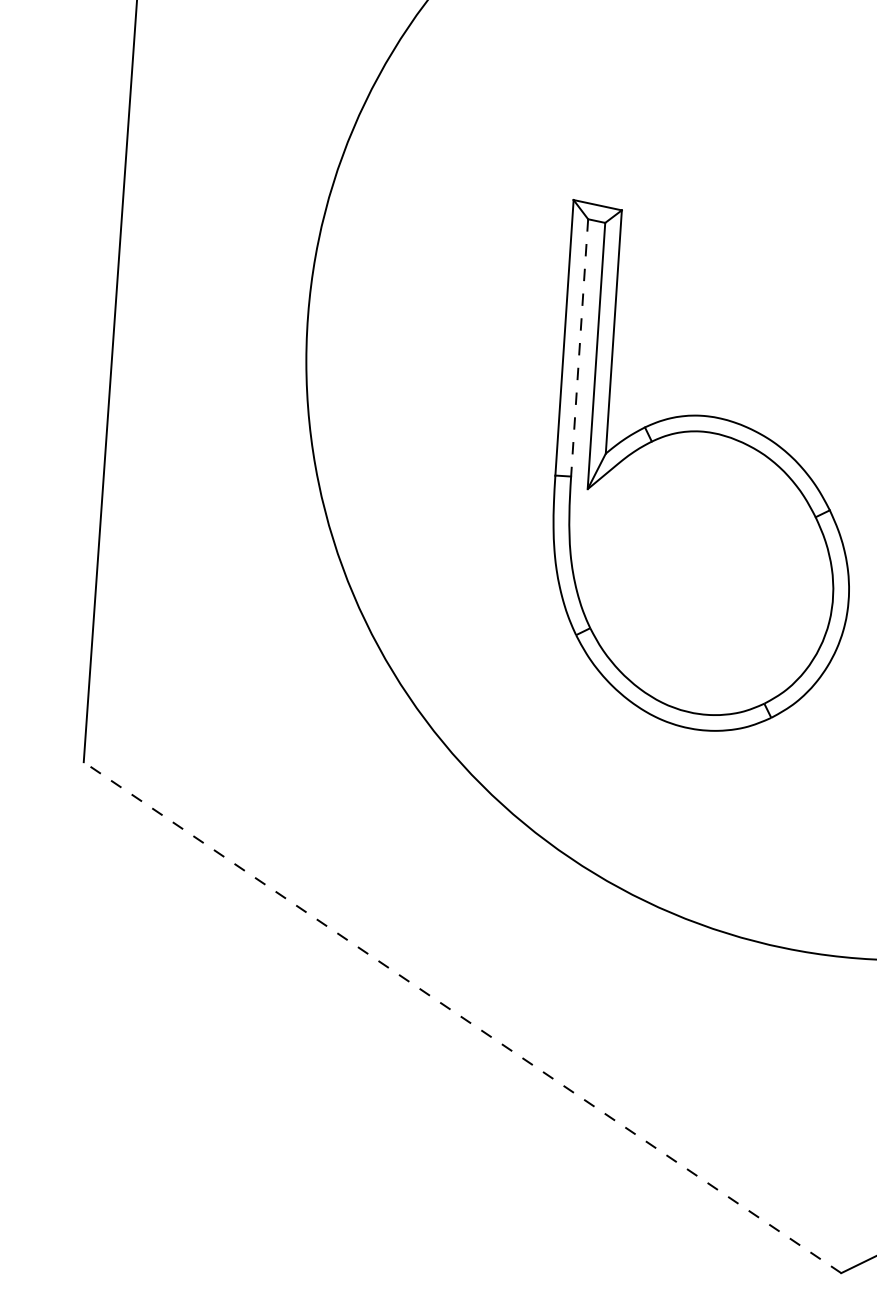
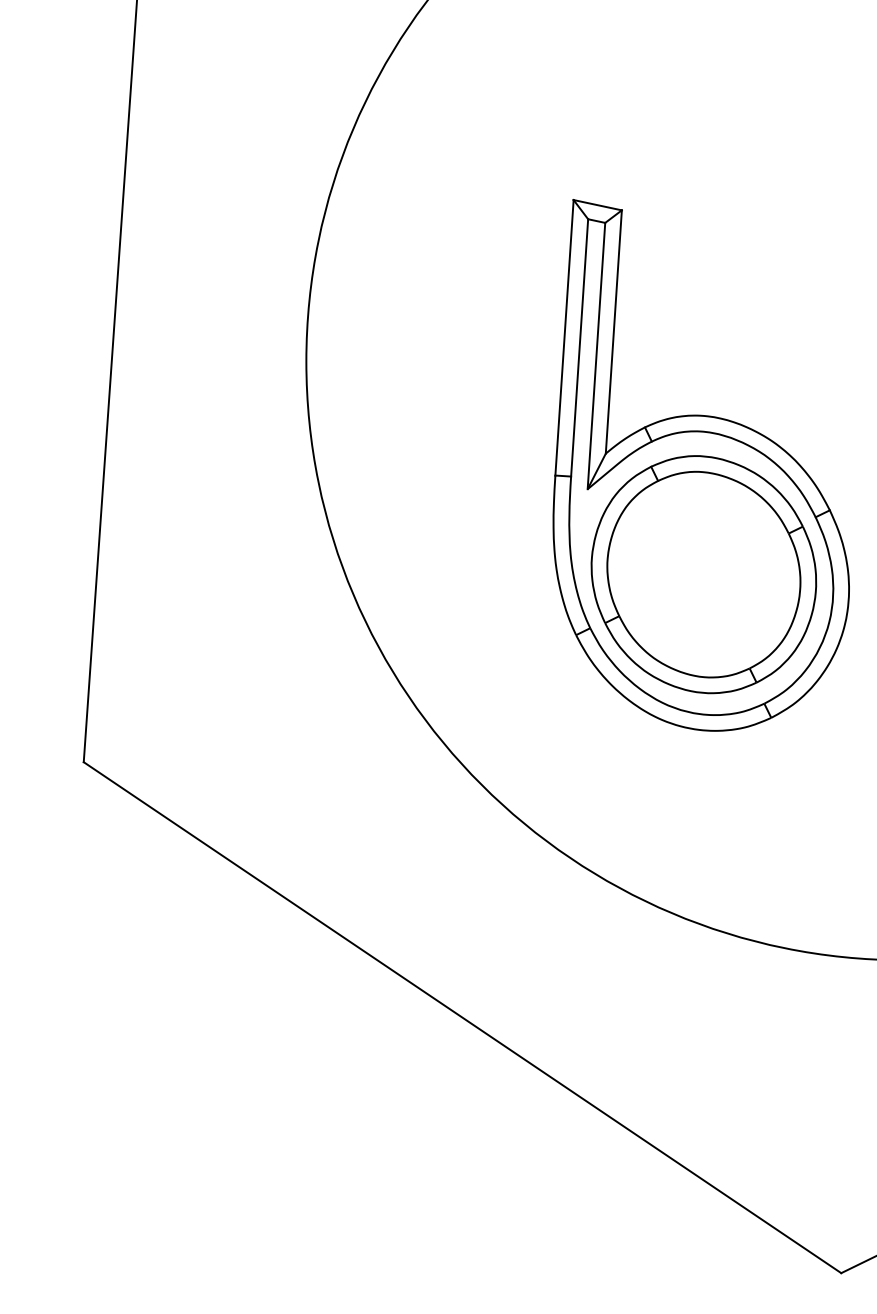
line at (579, 347): dashed -> solid
part at (703, 574): none -> present
line at (462, 1017): dashed -> solid
